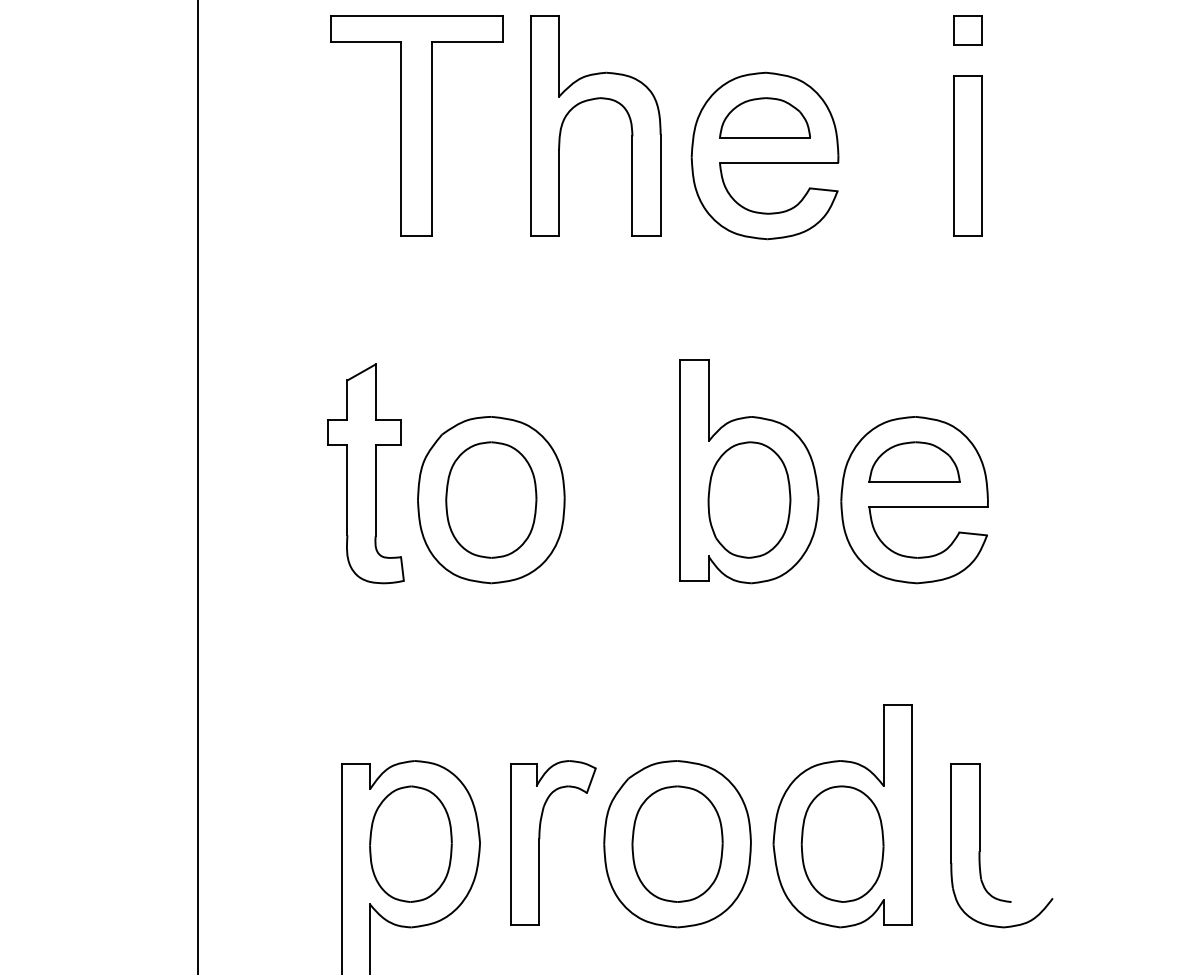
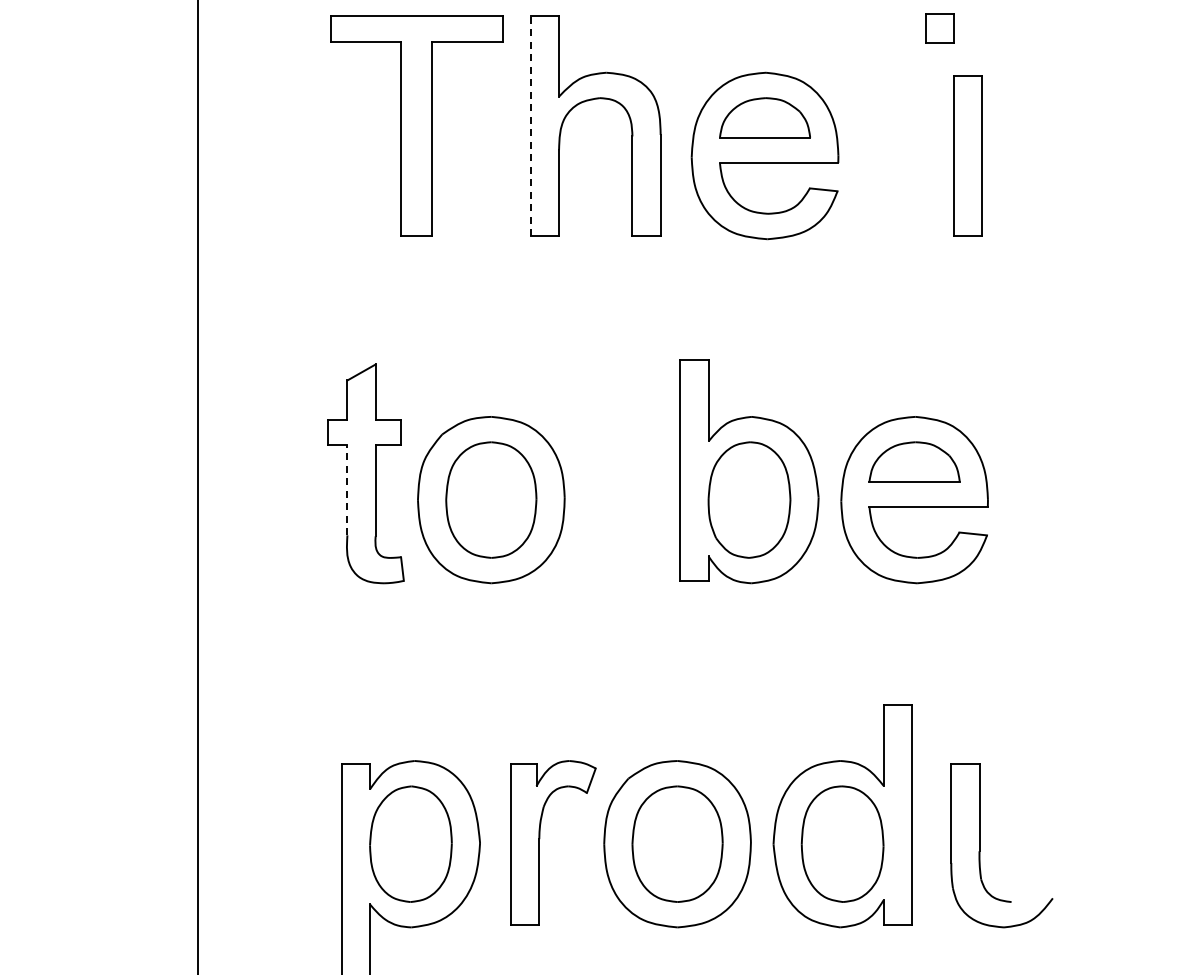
part at (967, 30) position: (967, 30) -> (939, 28)
line at (530, 125): solid -> dashed
line at (347, 489): solid -> dashed
